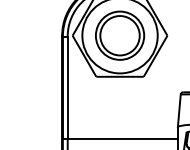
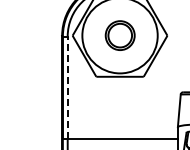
part at (120, 35) size: 51x51 px -> 32x31 px
line at (67, 87): solid -> dashed
